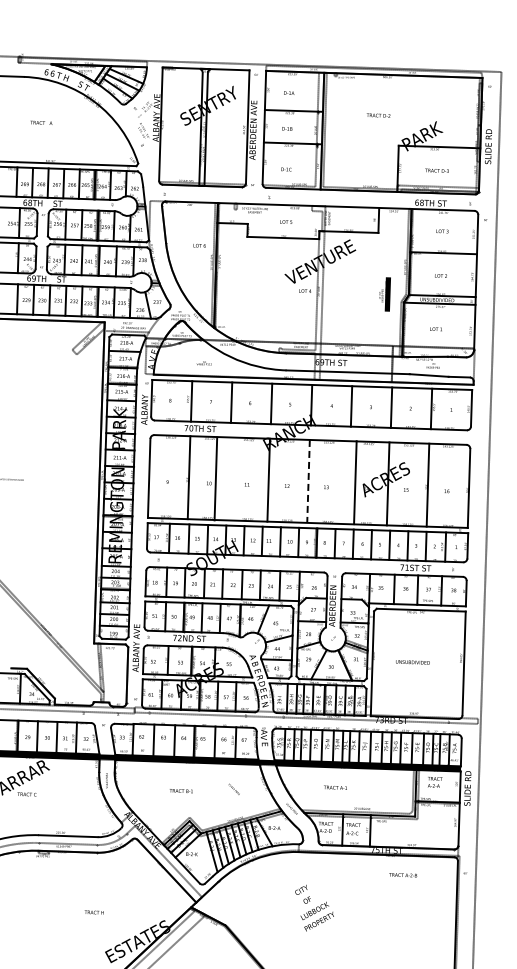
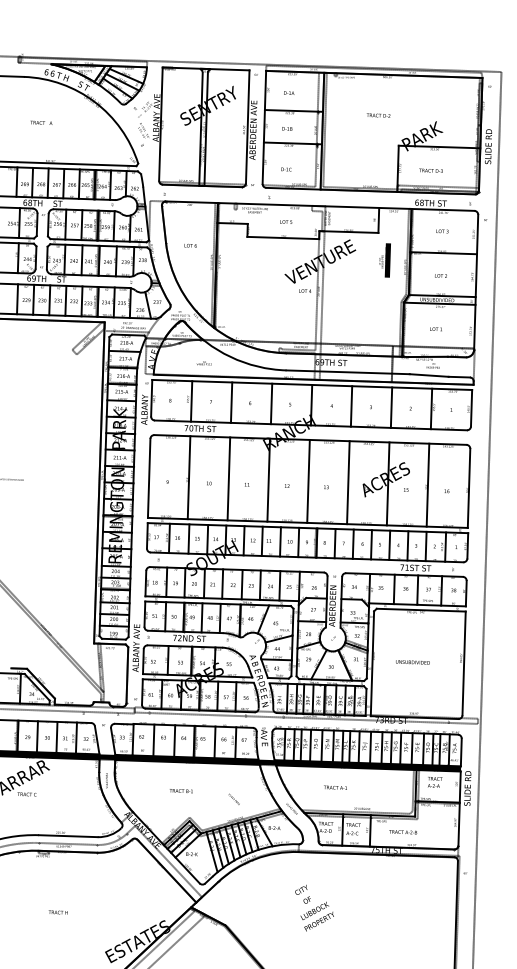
text at (436, 170) position: (436, 170) -> (430, 170)
text at (199, 245) position: (199, 245) -> (190, 245)
text at (384, 294) position: (384, 294) -> (384, 260)
line at (215, 478) position: (215, 478) -> (228, 478)
line at (308, 481): dashed -> solid
line at (355, 482) position: (355, 482) -> (348, 482)
text at (233, 788) position: (233, 788) -> (233, 798)
text at (403, 875) position: (403, 875) -> (403, 832)
text at (93, 912) position: (93, 912) -> (57, 912)
